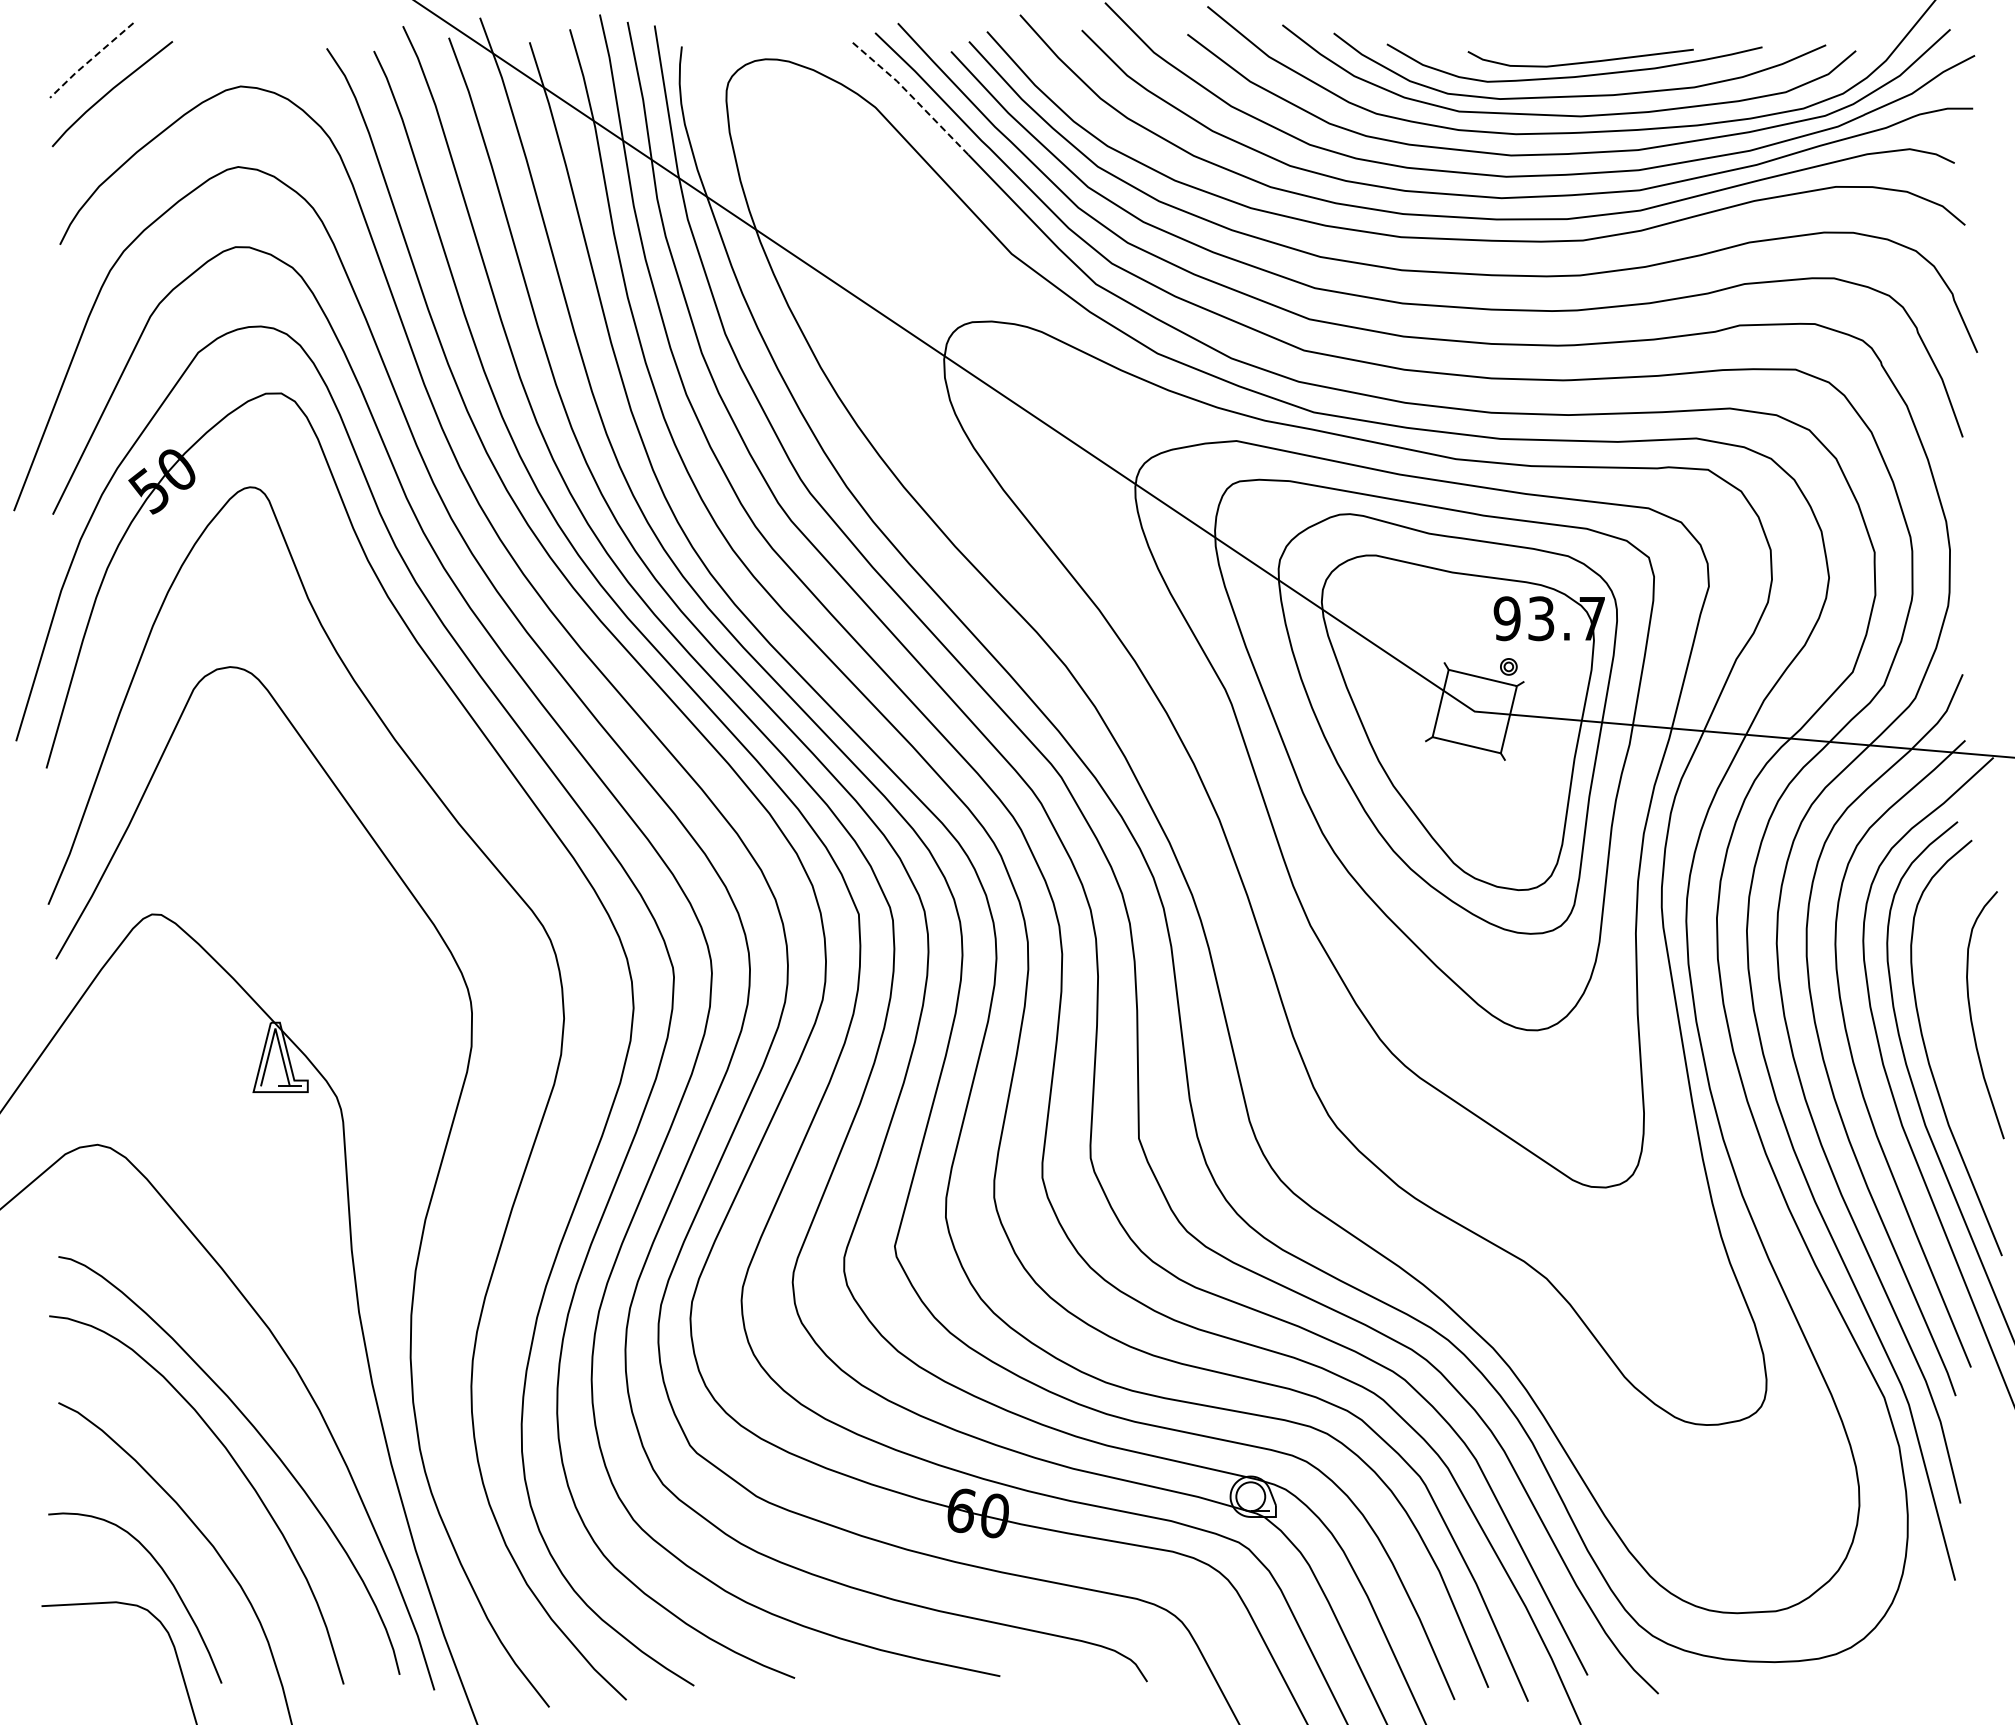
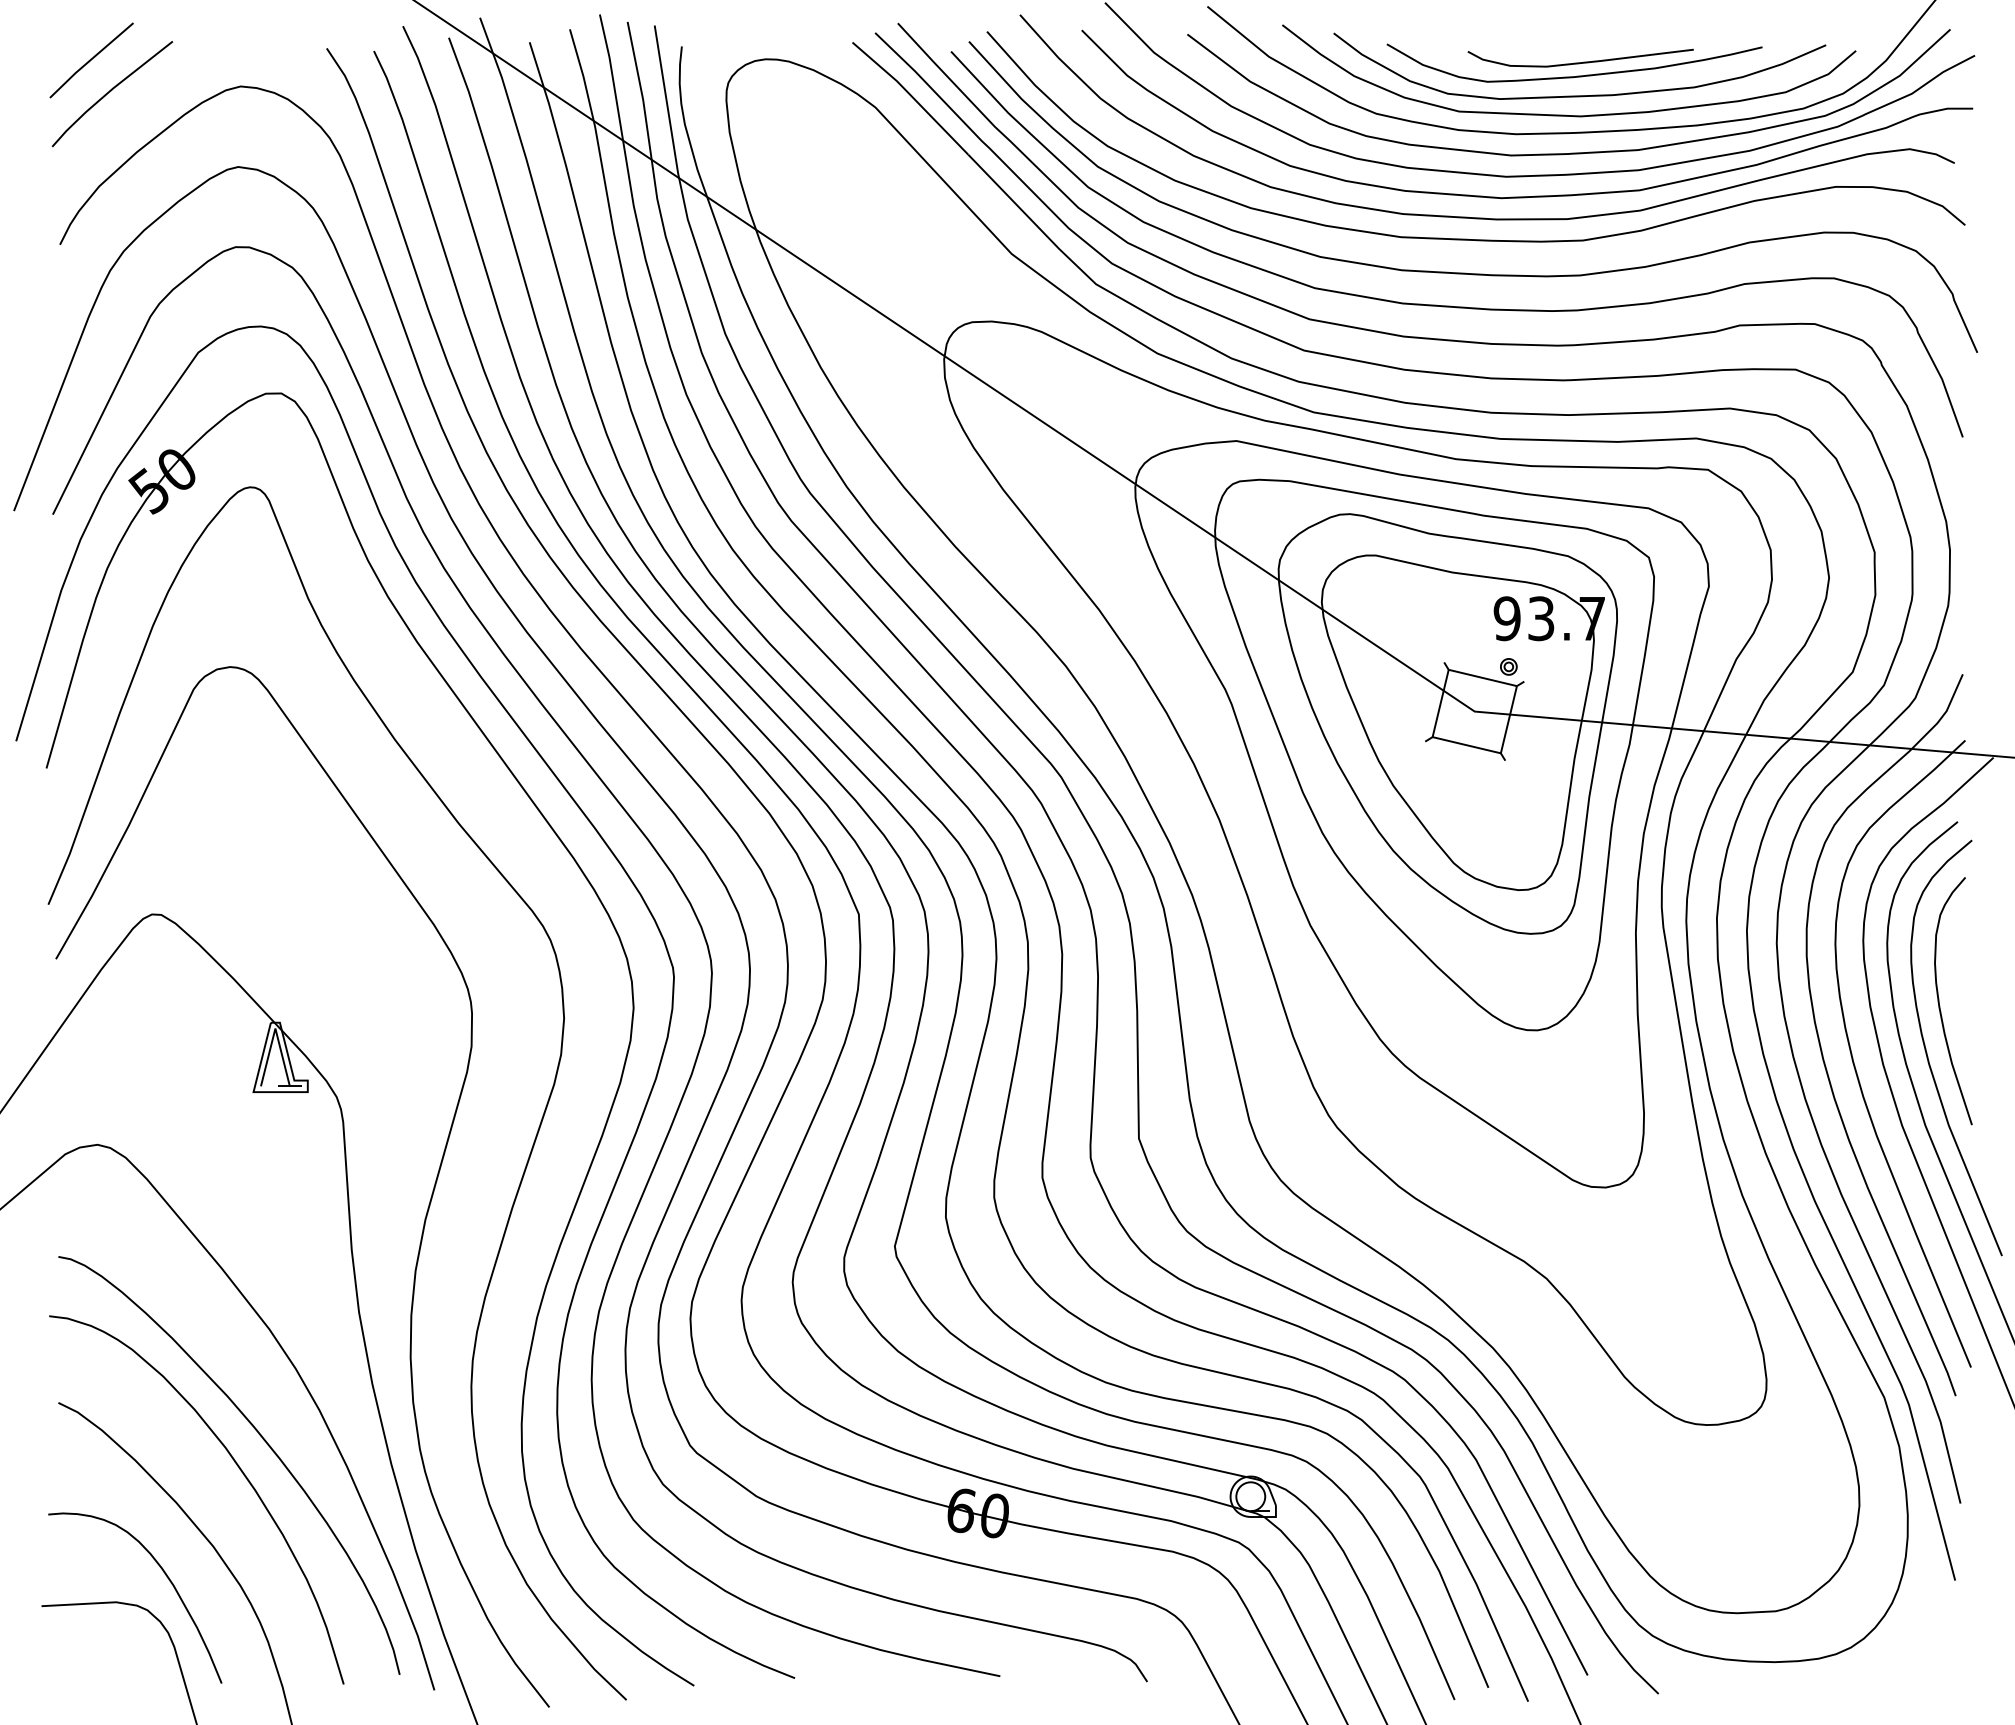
line at (90, 60): dashed -> solid
line at (911, 96): dashed -> solid
curve at (1972, 1019) position: (1972, 1019) -> (1940, 1005)
